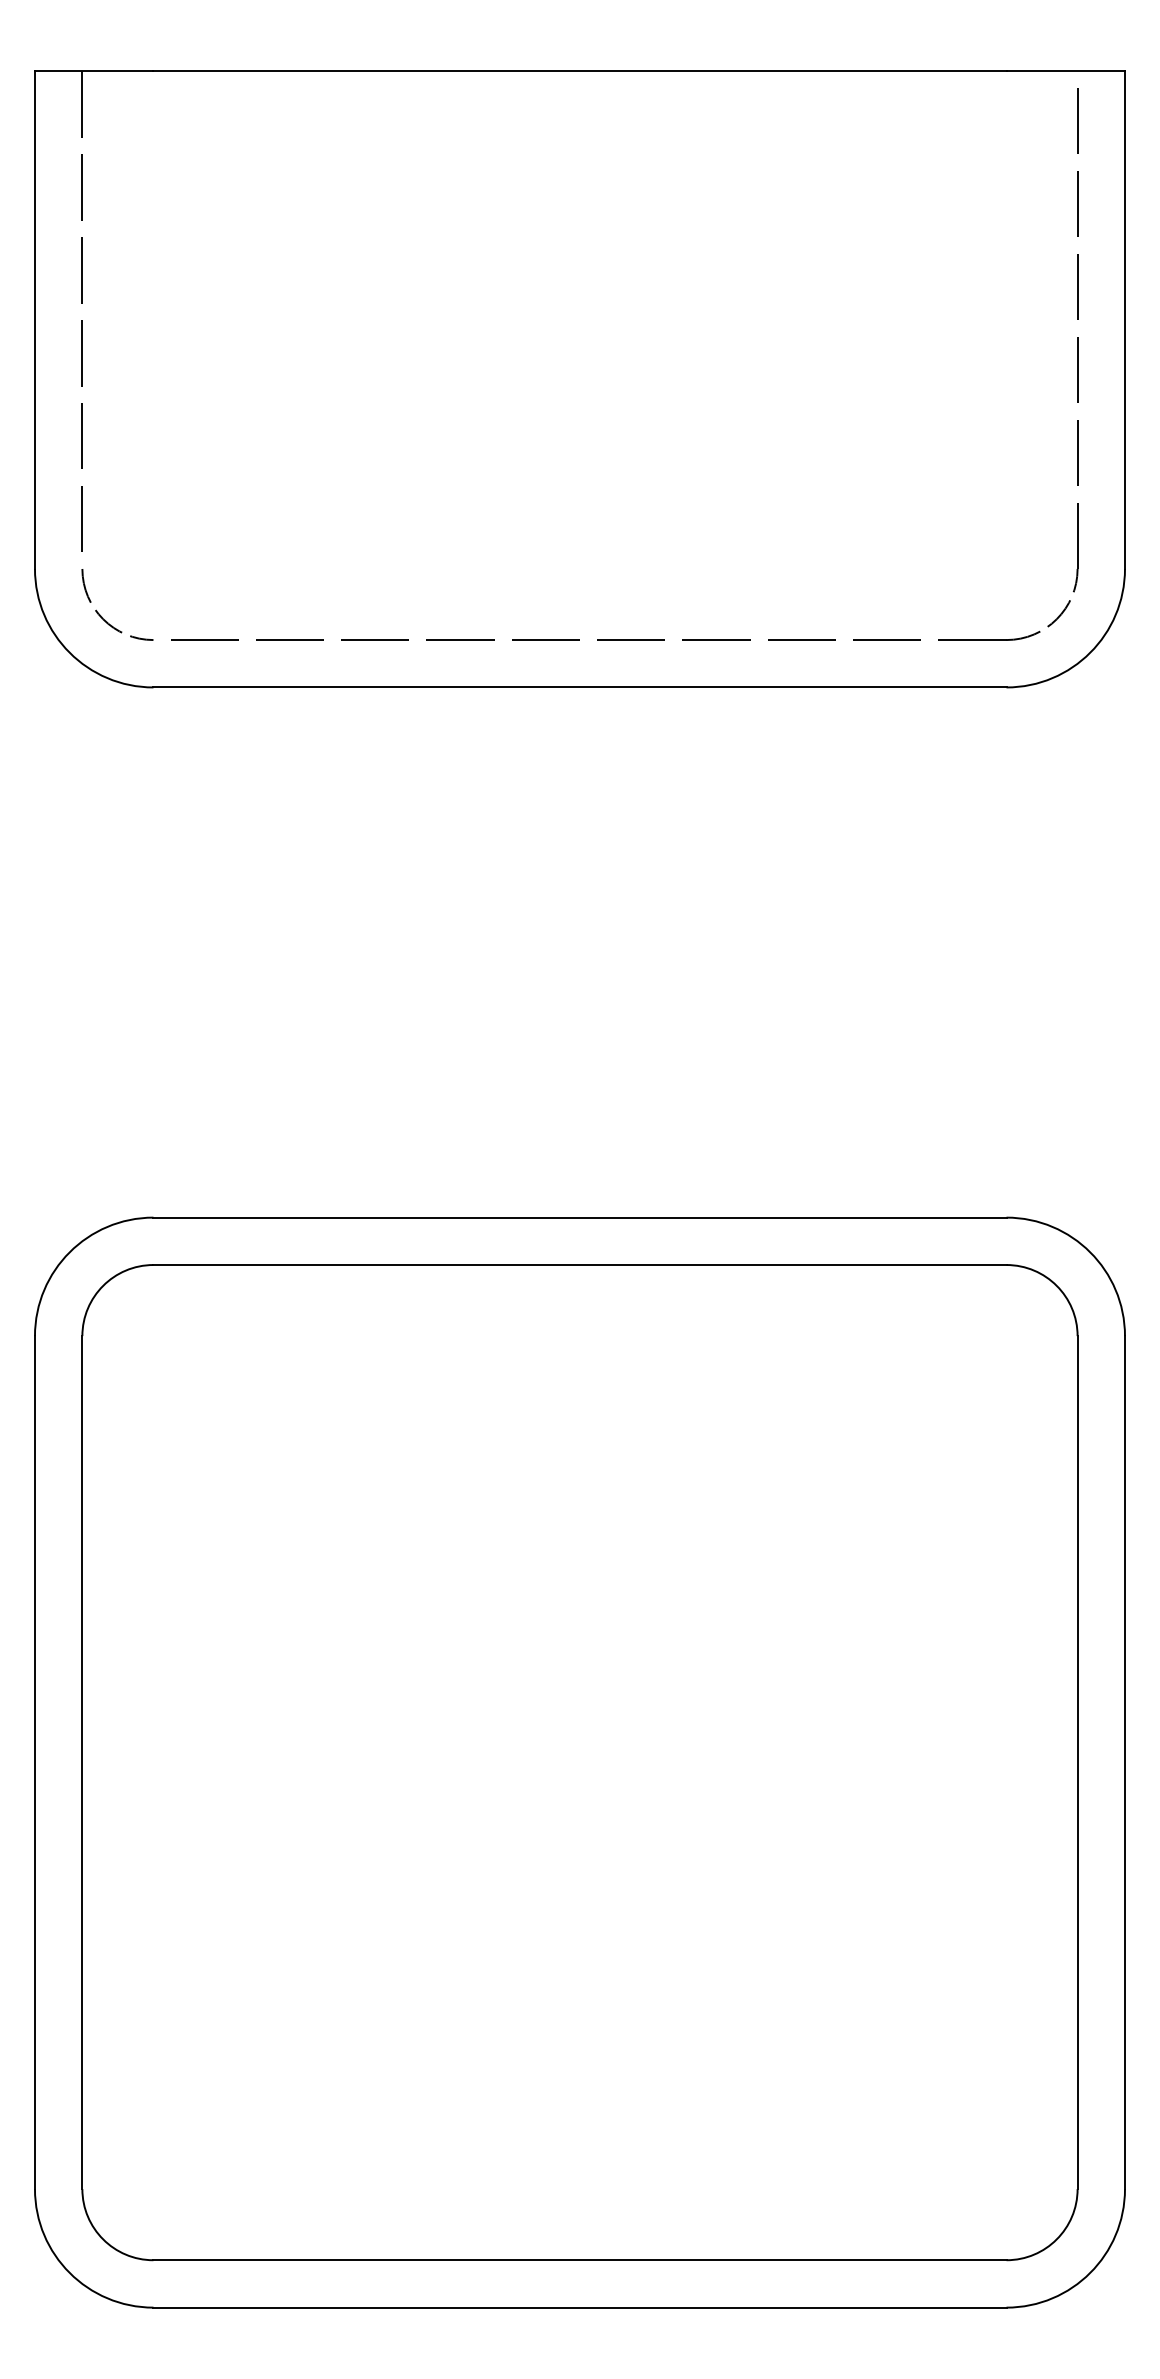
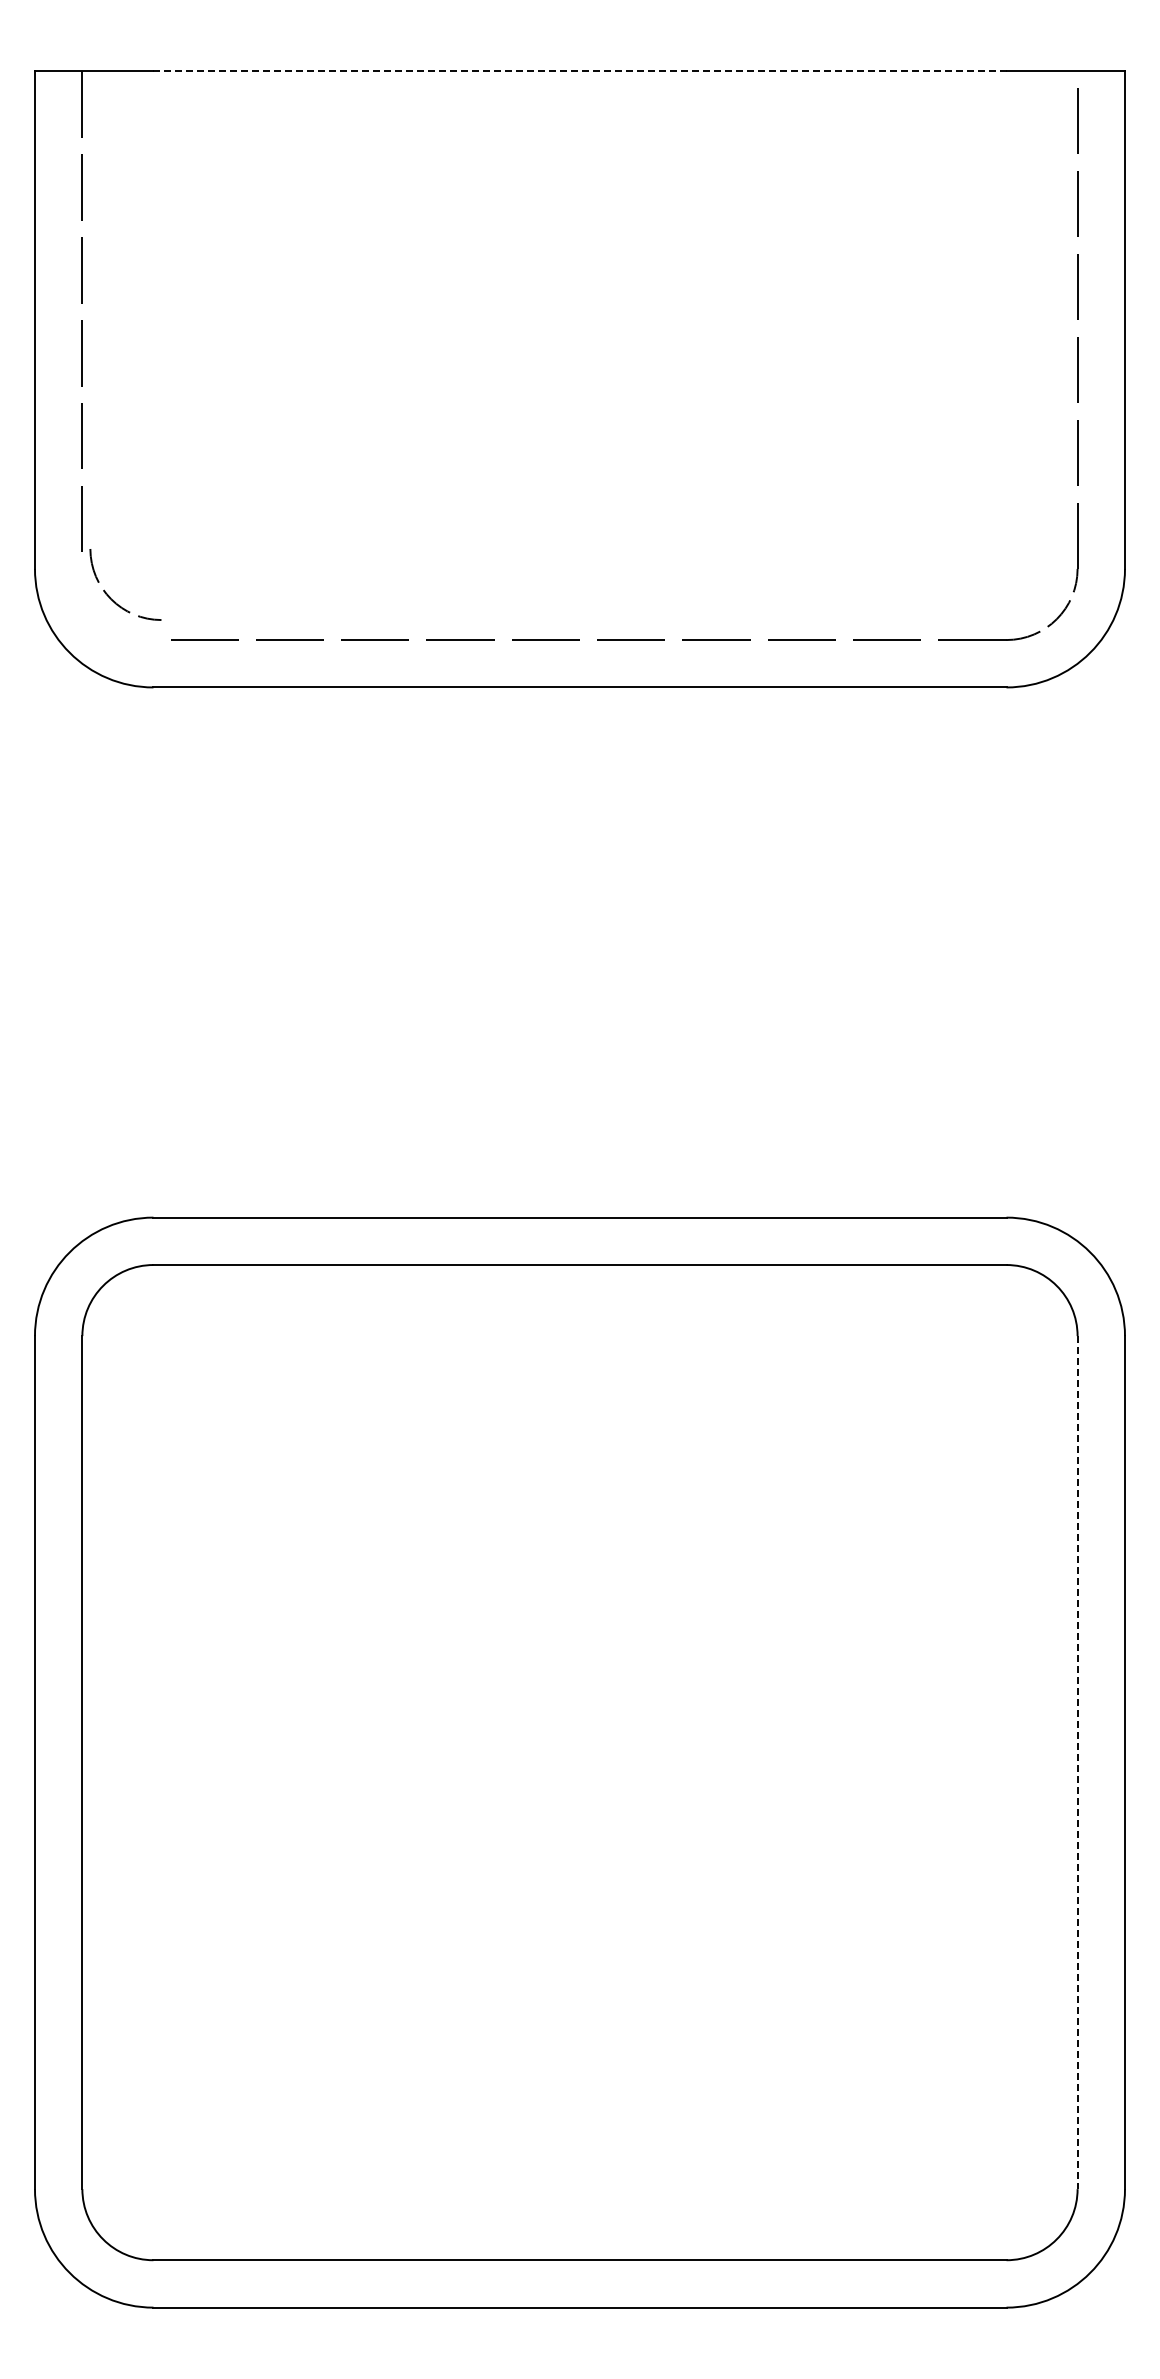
line at (579, 71): solid -> dashed
arc at (102, 616) position: (102, 616) -> (110, 596)
line at (1077, 1762): solid -> dashed
